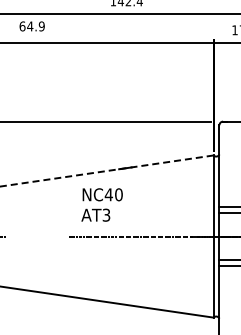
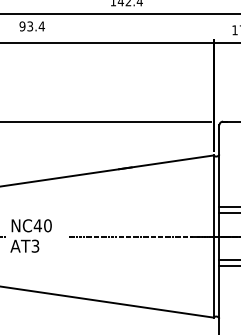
text at (31, 26): 64.9 -> 93.4
line at (107, 171): dashed -> solid
text at (101, 204) position: (101, 204) -> (30, 235)
